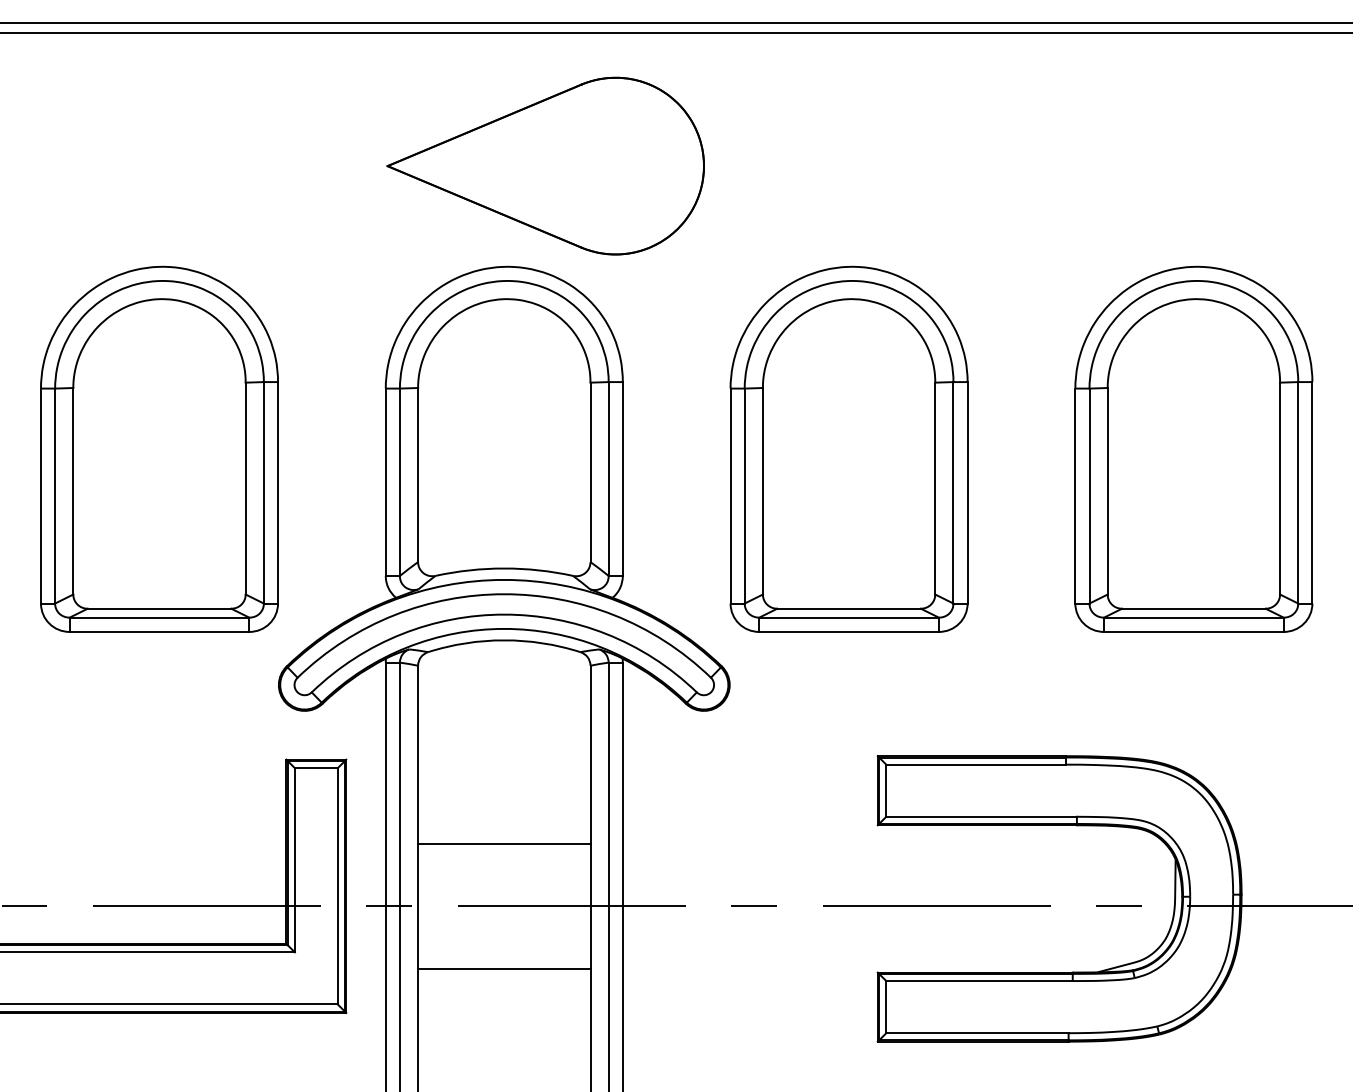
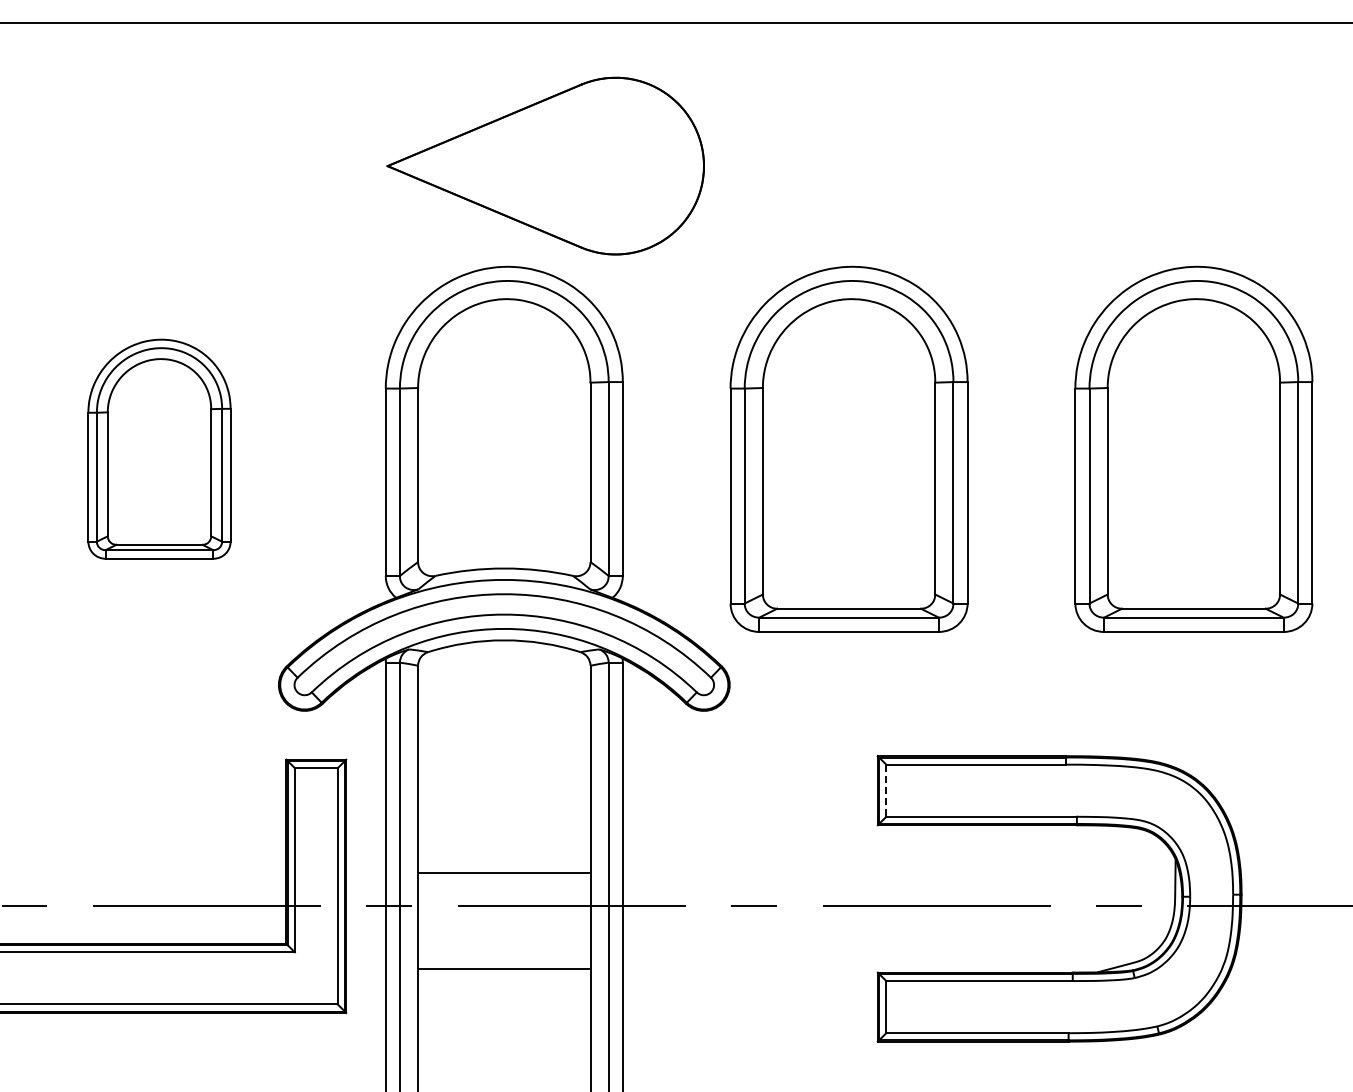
line at (675, 32): present -> none
part at (159, 448) size: 239x368 px -> 145x222 px
line at (886, 791): solid -> dashed
line at (504, 843) position: (504, 843) -> (504, 872)
